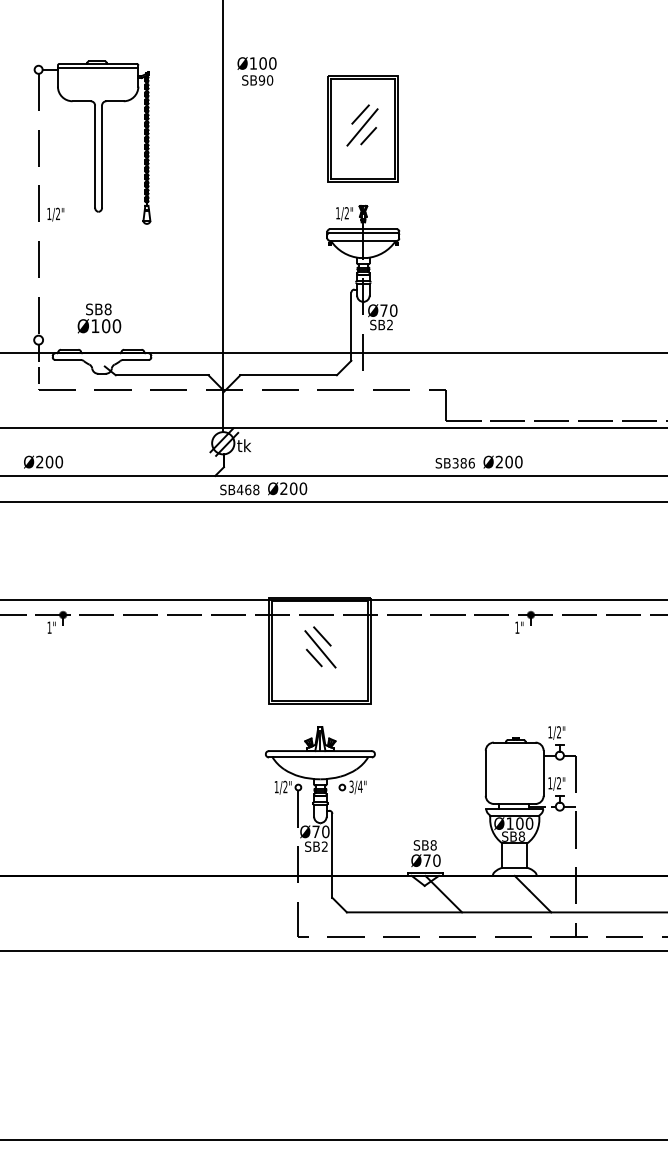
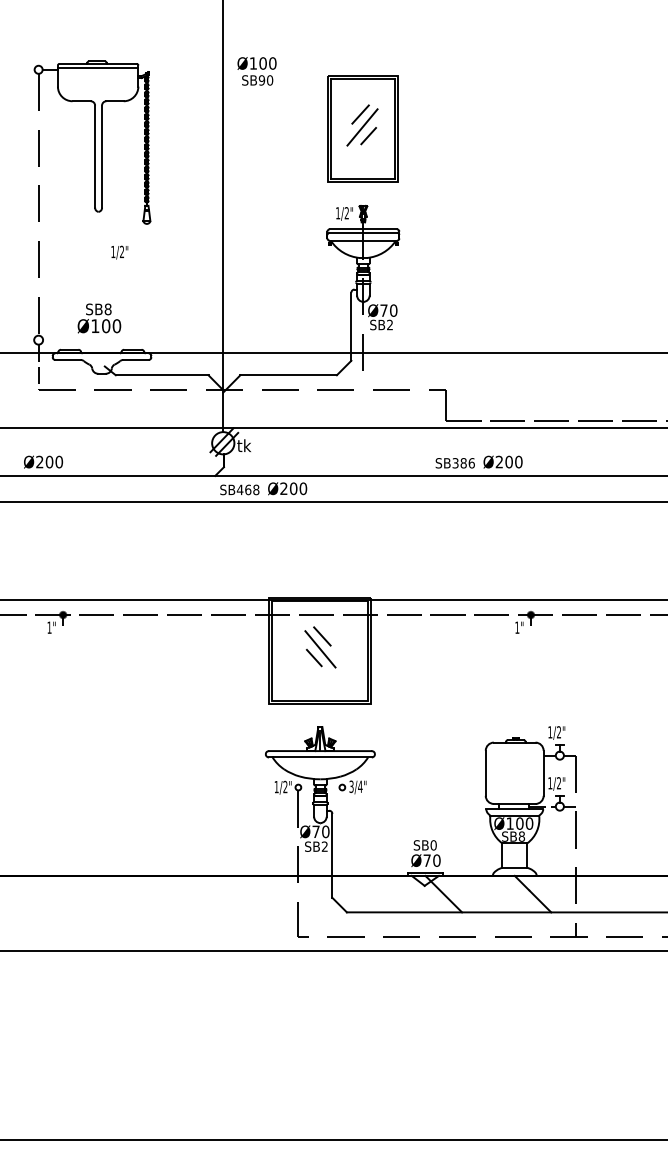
text at (55, 214) position: (55, 214) -> (119, 252)
text at (433, 845): SB8 -> SB0
